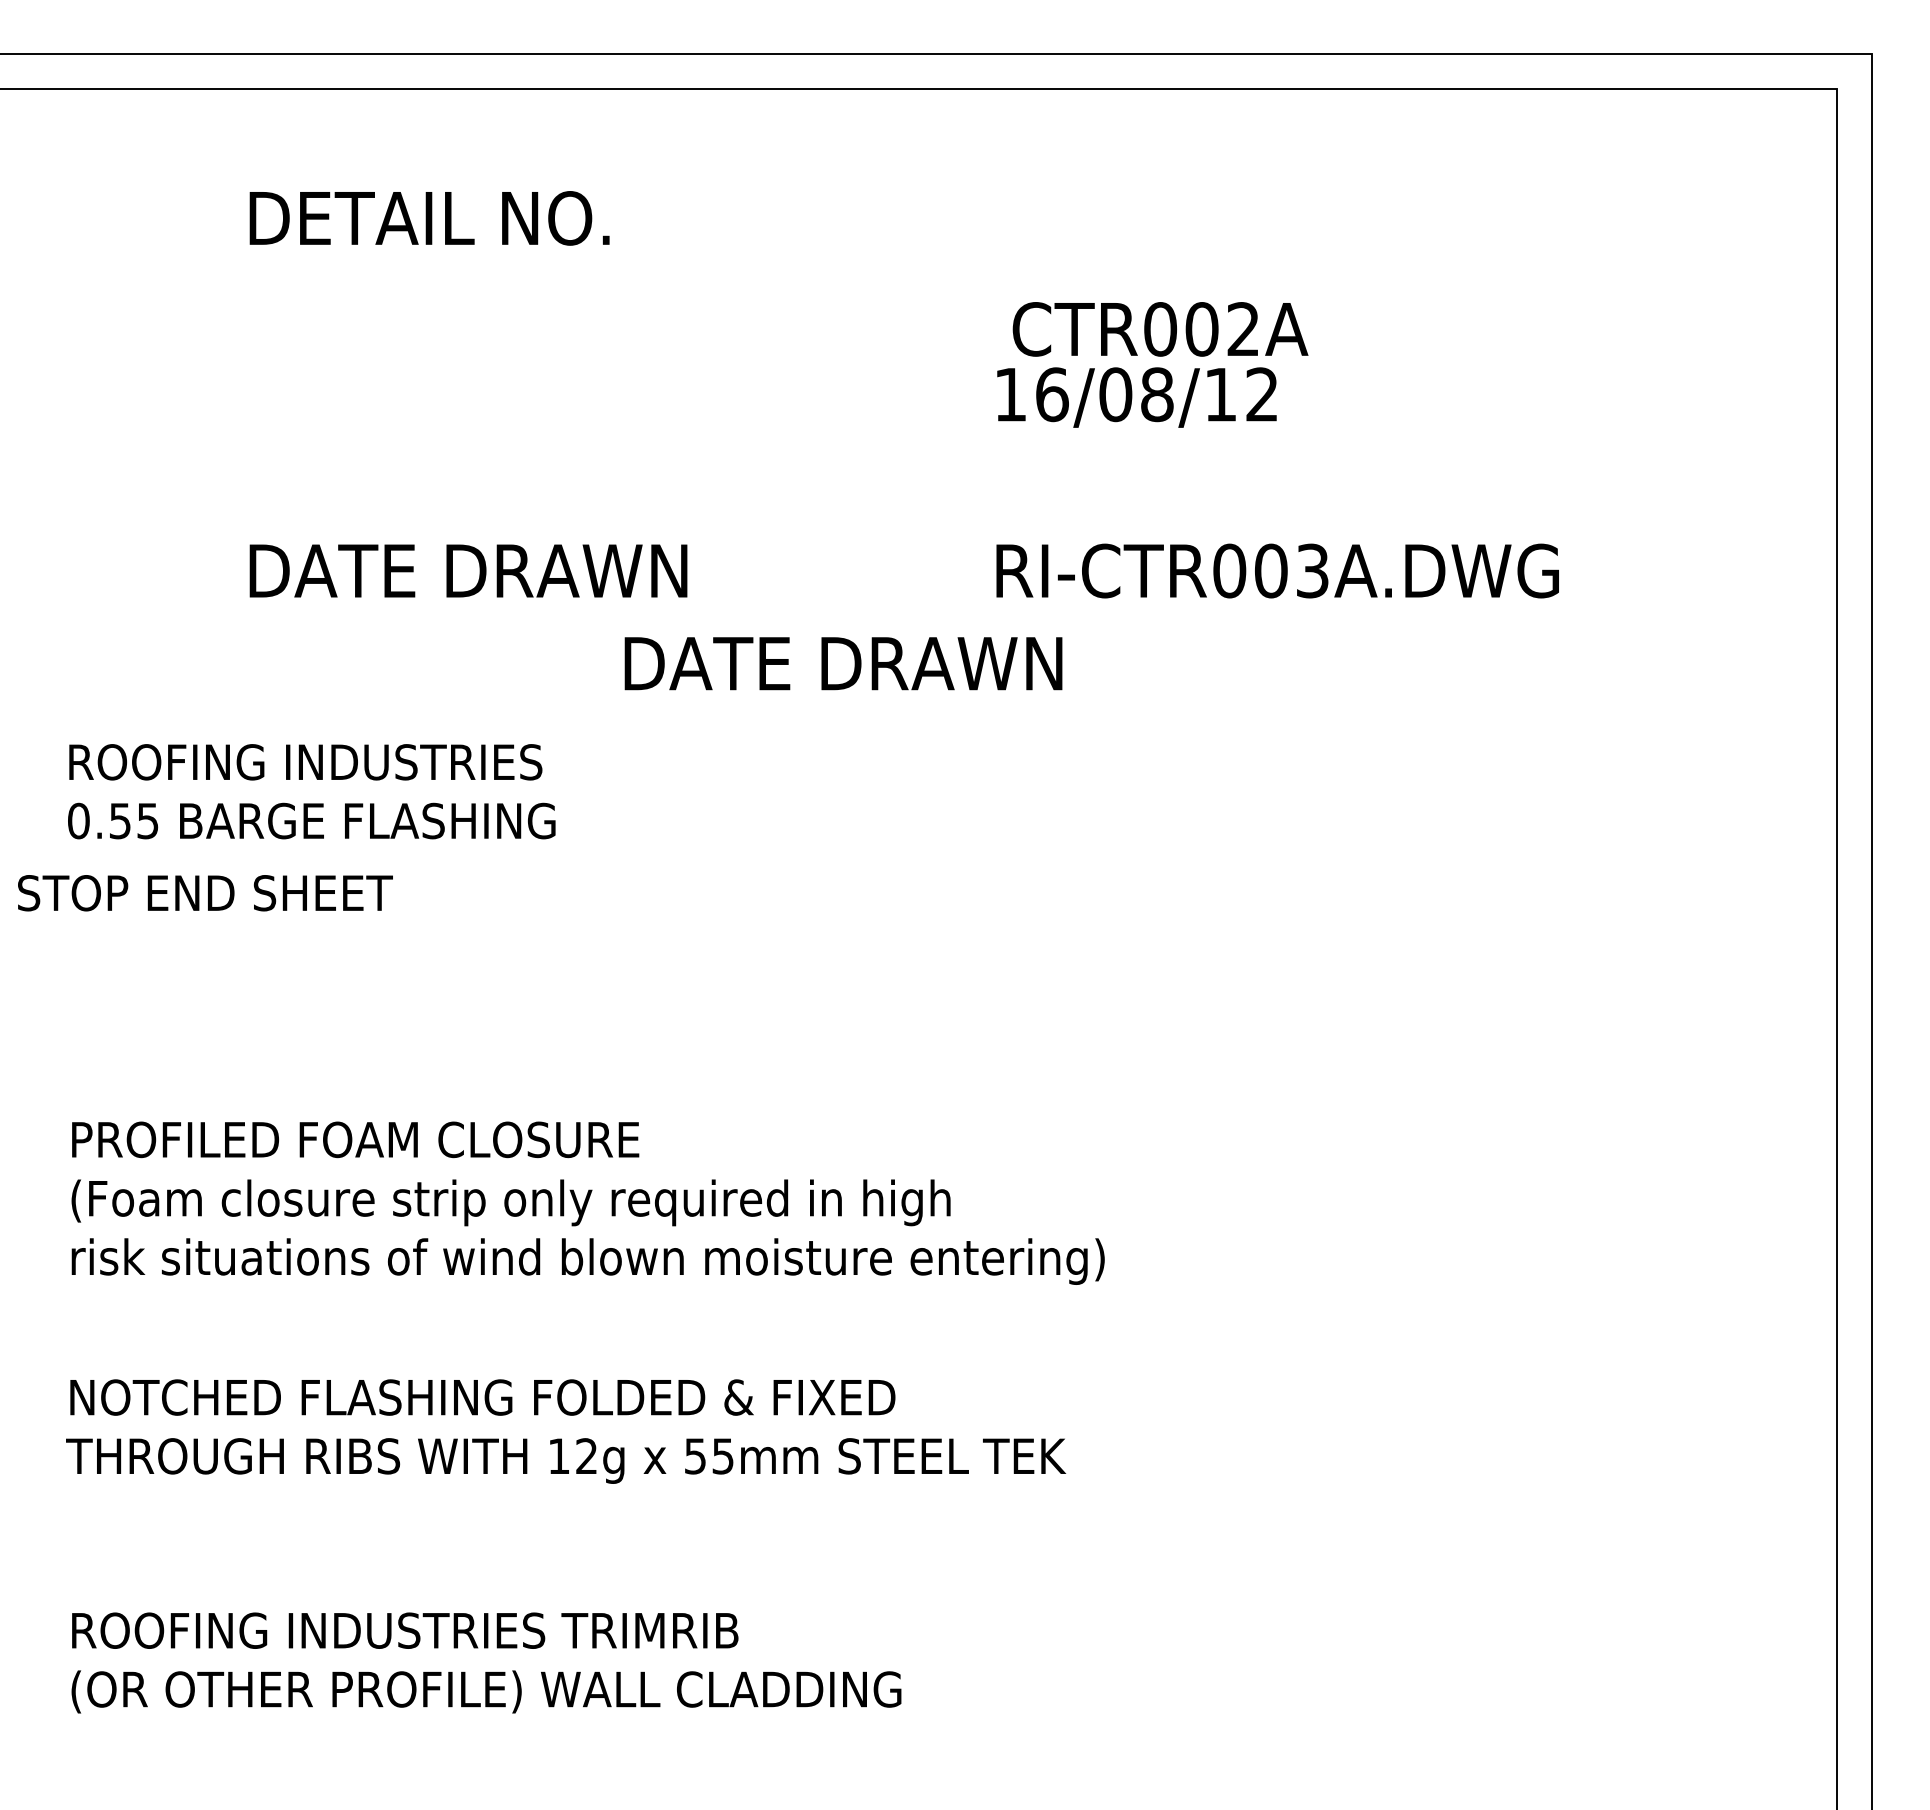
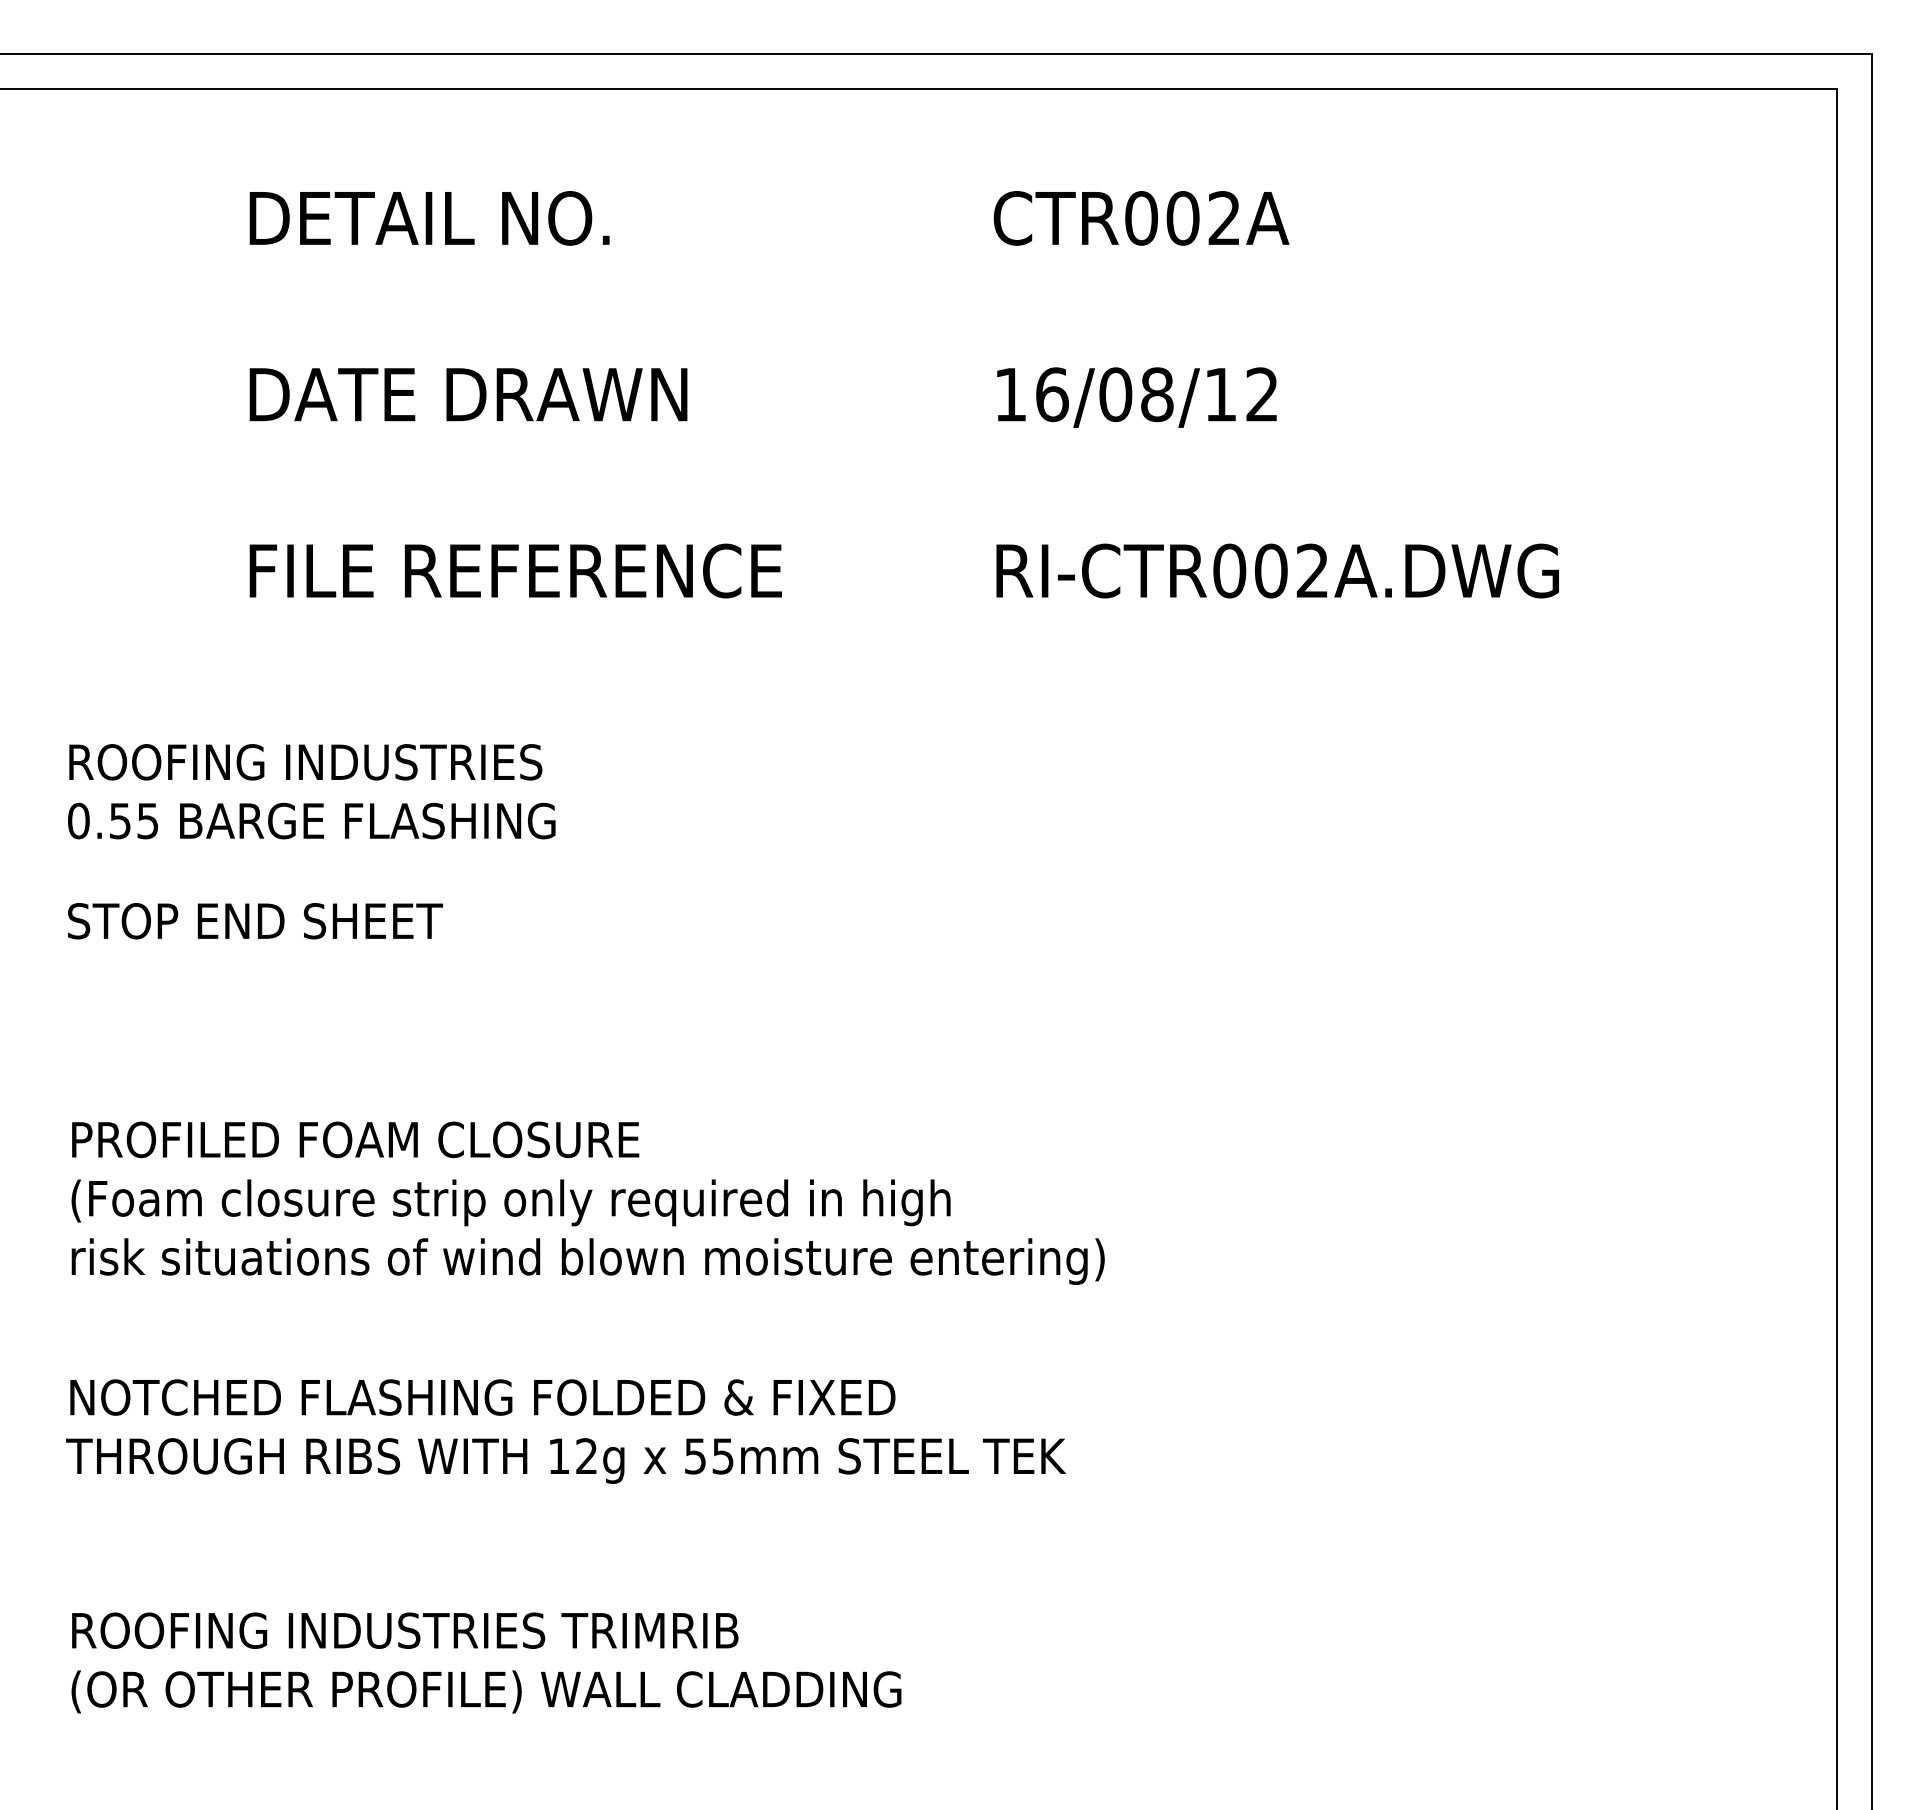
text at (1160, 329) position: (1160, 329) -> (1141, 218)
text at (518, 570): DATE DRAWN -> FILE REFERENCE
text at (1312, 570): RI-CTR003A.DWG -> RI-CTR002A.DWG
text at (843, 663) position: (843, 663) -> (468, 394)
text at (205, 893) position: (205, 893) -> (255, 921)
